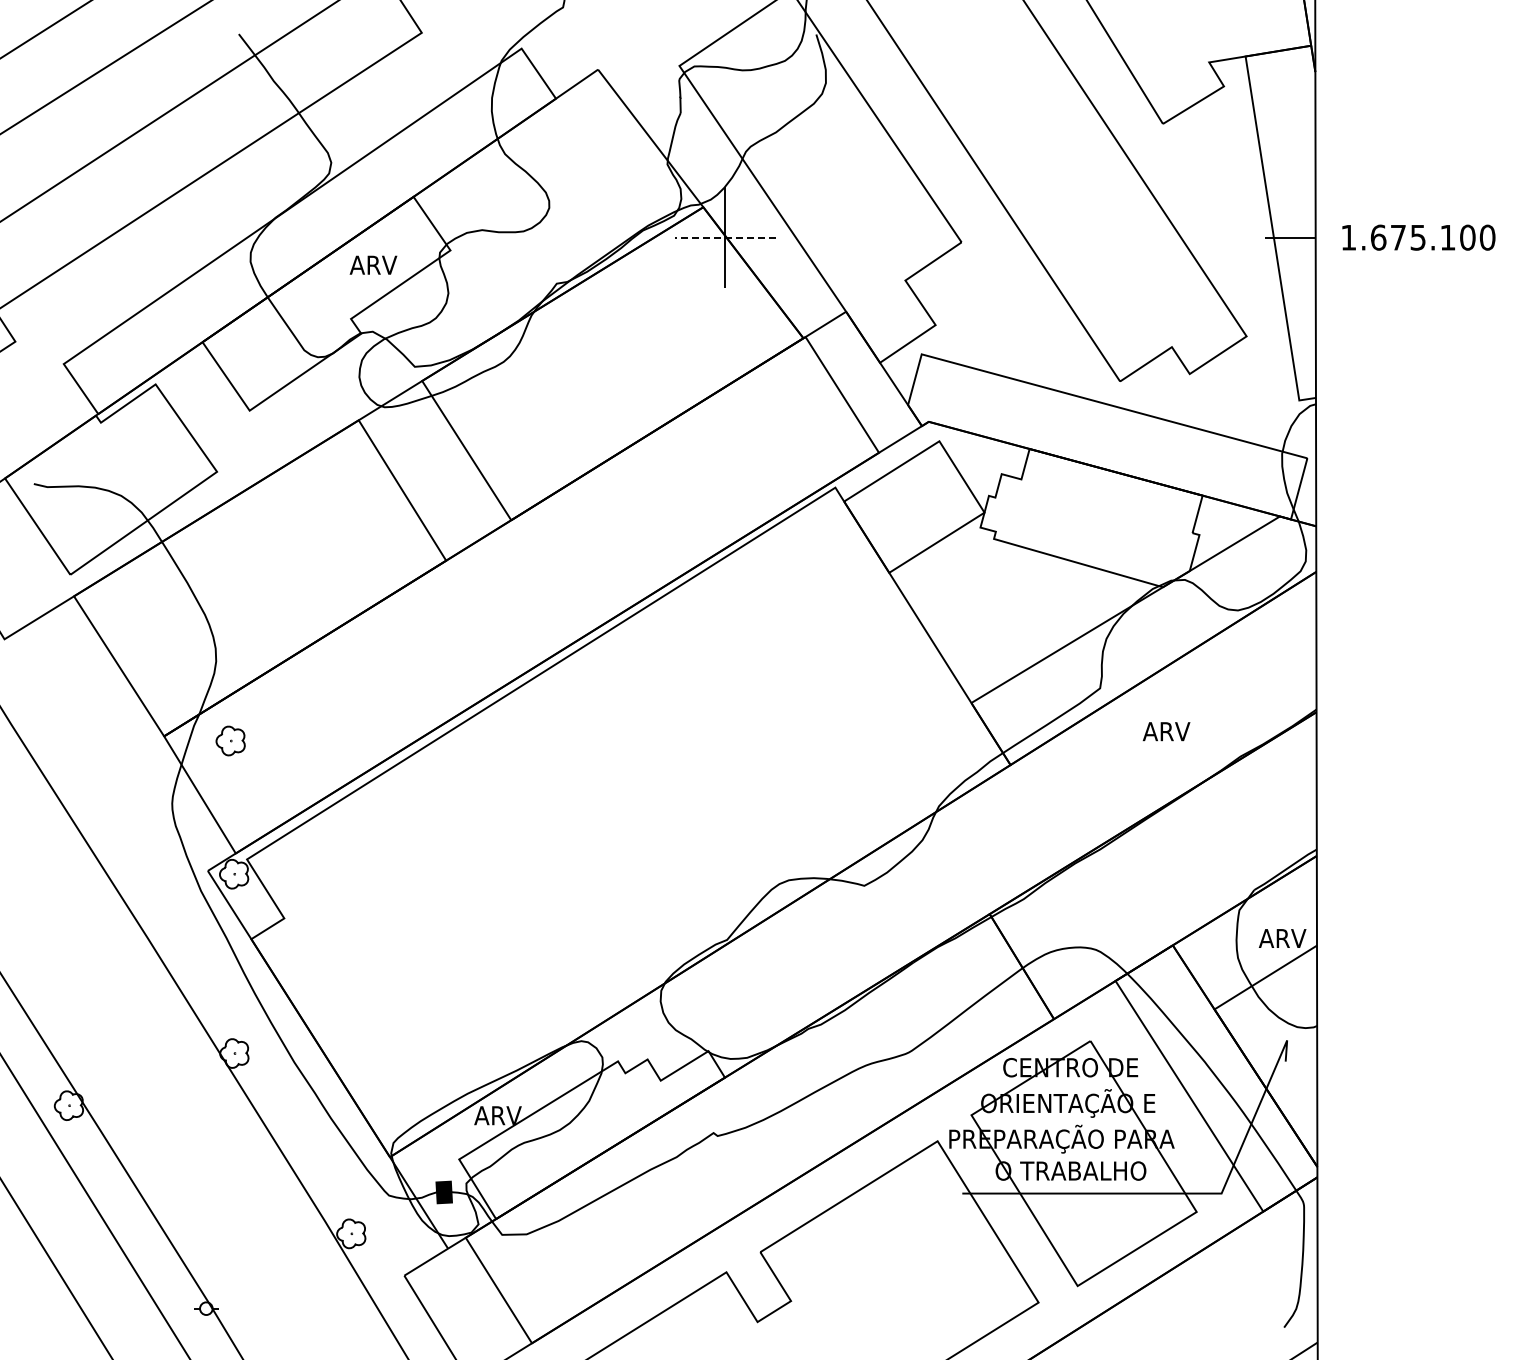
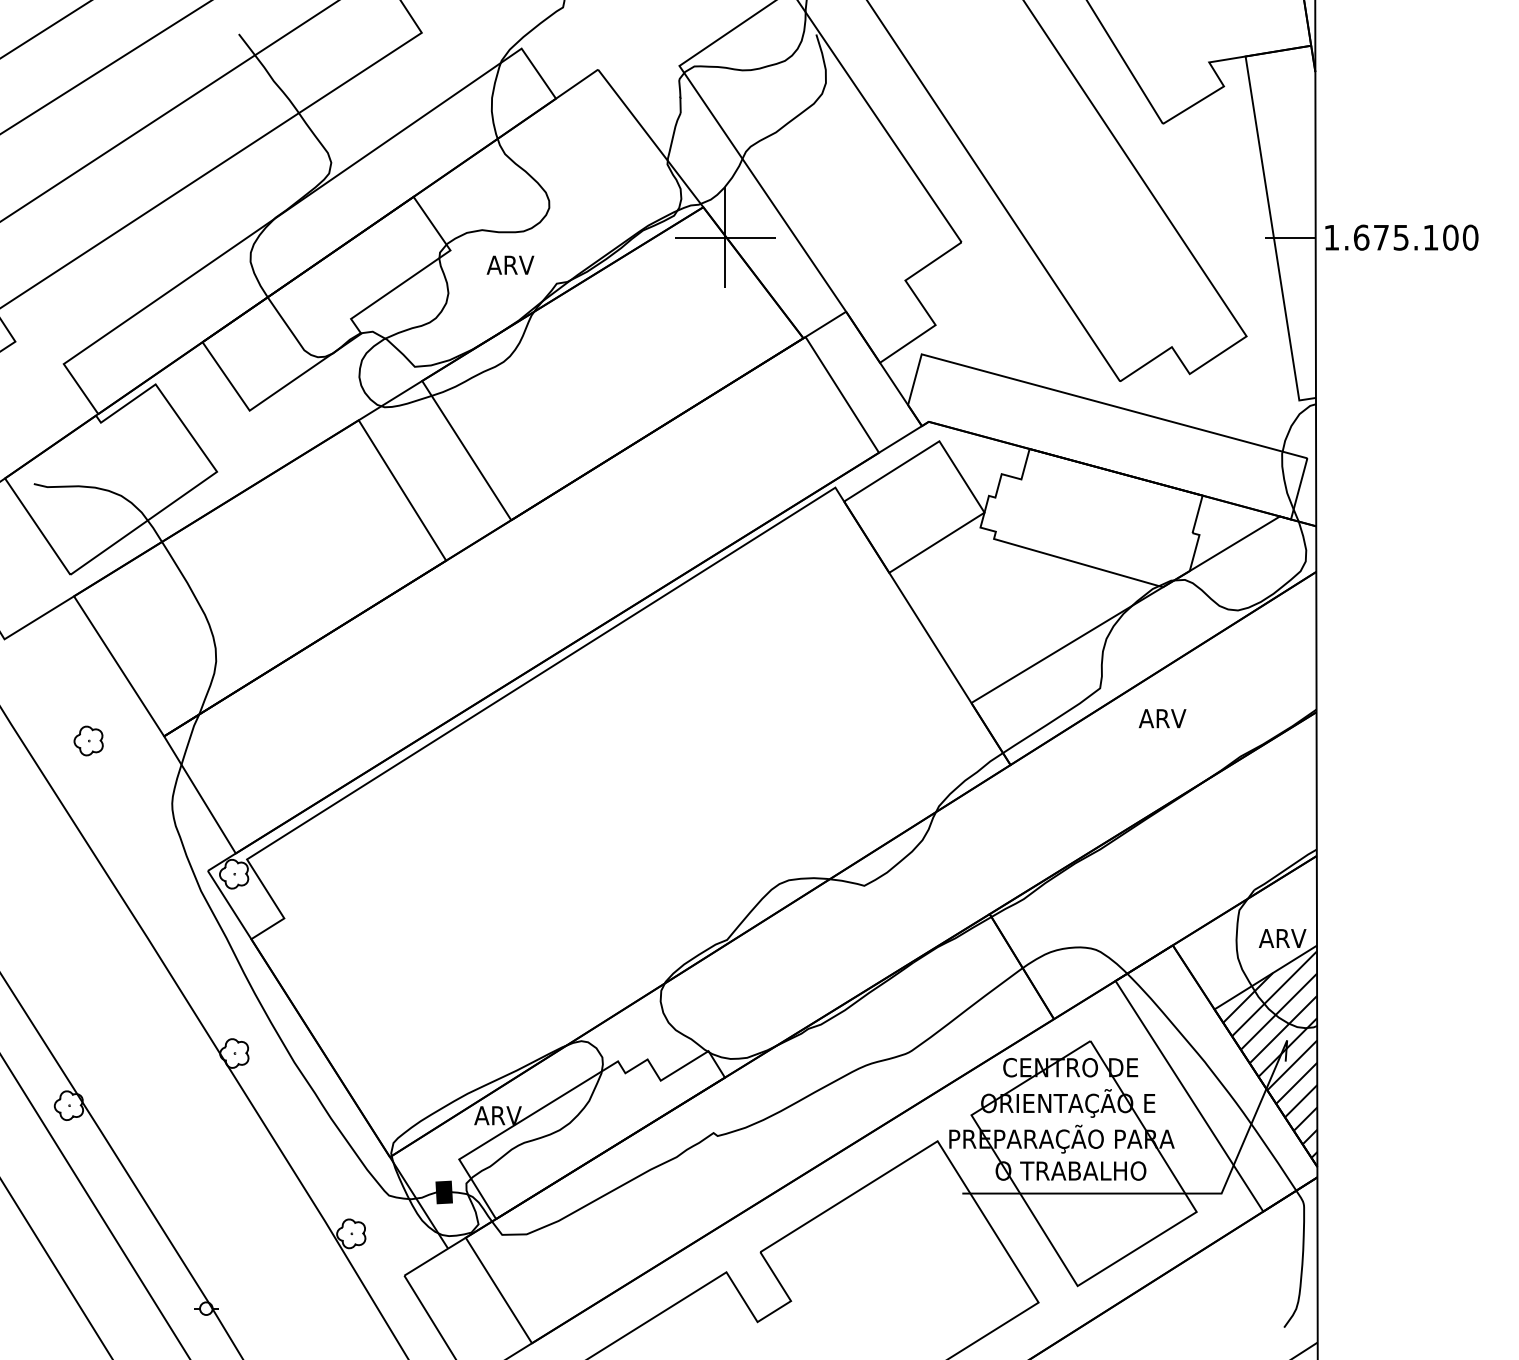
line at (725, 237): dashed -> solid
text at (1418, 237) position: (1418, 237) -> (1401, 237)
text at (373, 264) position: (373, 264) -> (510, 264)
text at (1166, 731) position: (1166, 731) -> (1162, 718)
part at (230, 740) position: (230, 740) -> (88, 740)
hatch at (1270, 1054): none -> present
